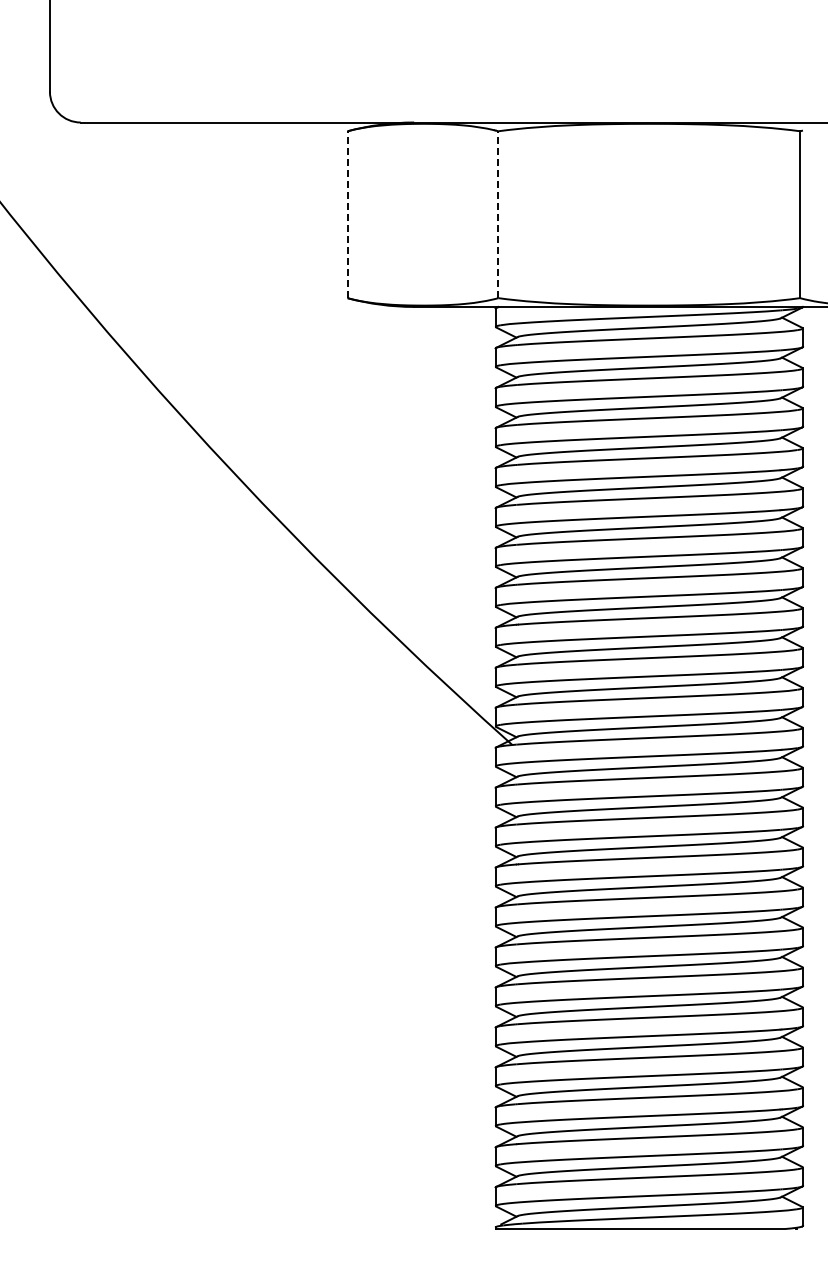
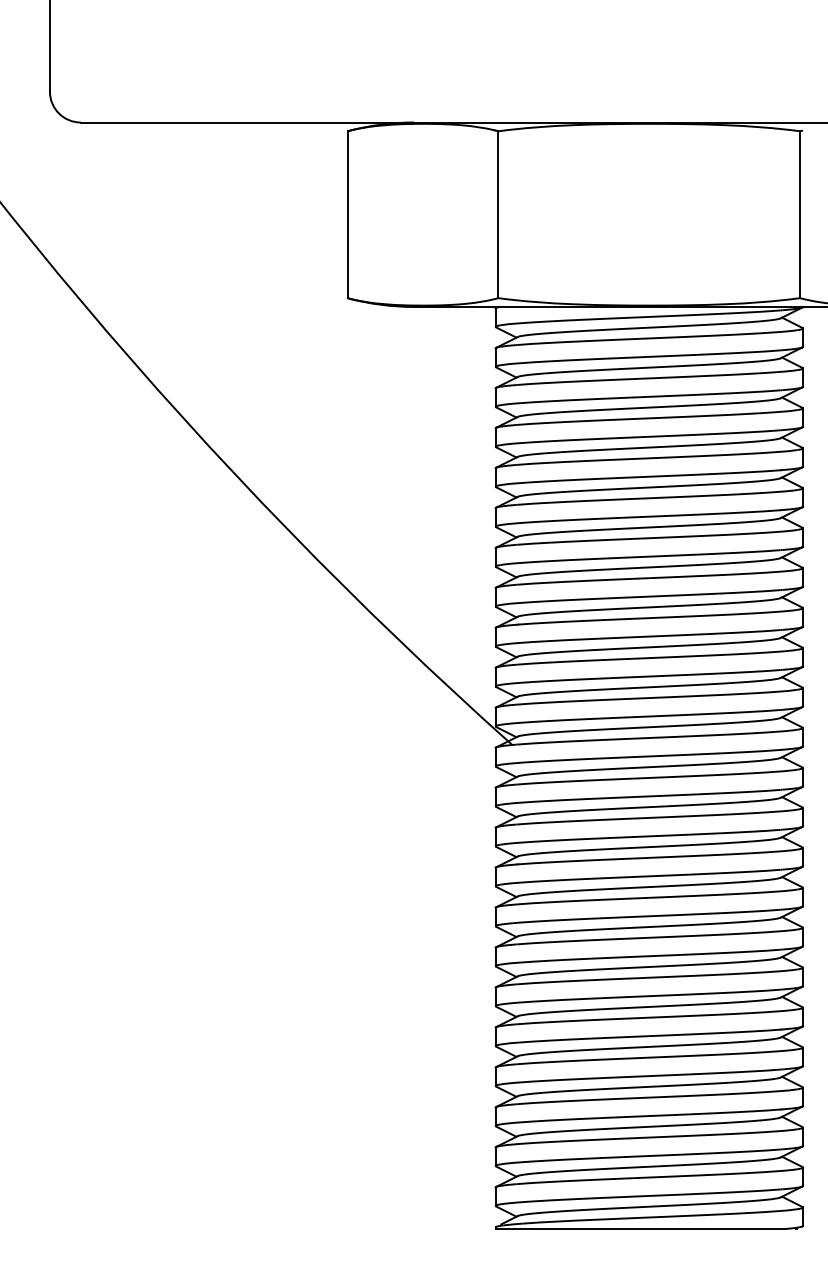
line at (347, 214): dashed -> solid
line at (498, 214): dashed -> solid
